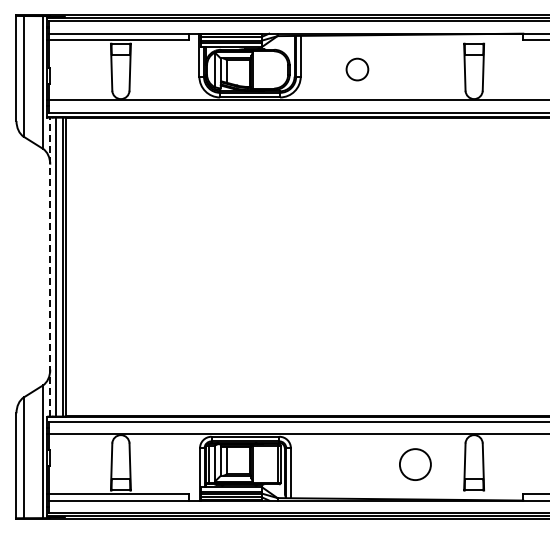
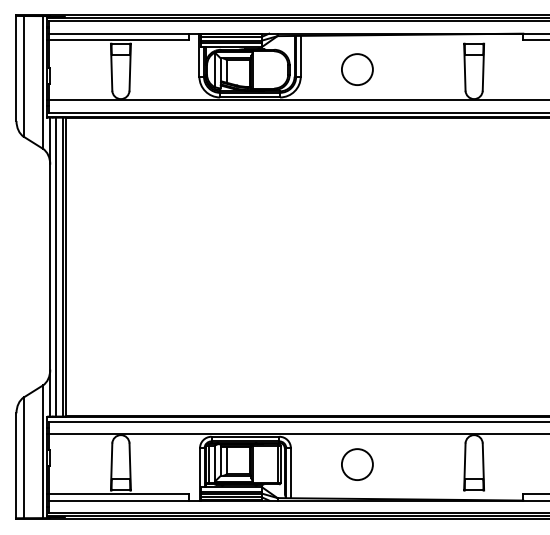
circle at (357, 69) size: 25x25 px -> 33x33 px
line at (50, 266): dashed -> solid
circle at (415, 464) position: (415, 464) -> (357, 464)
